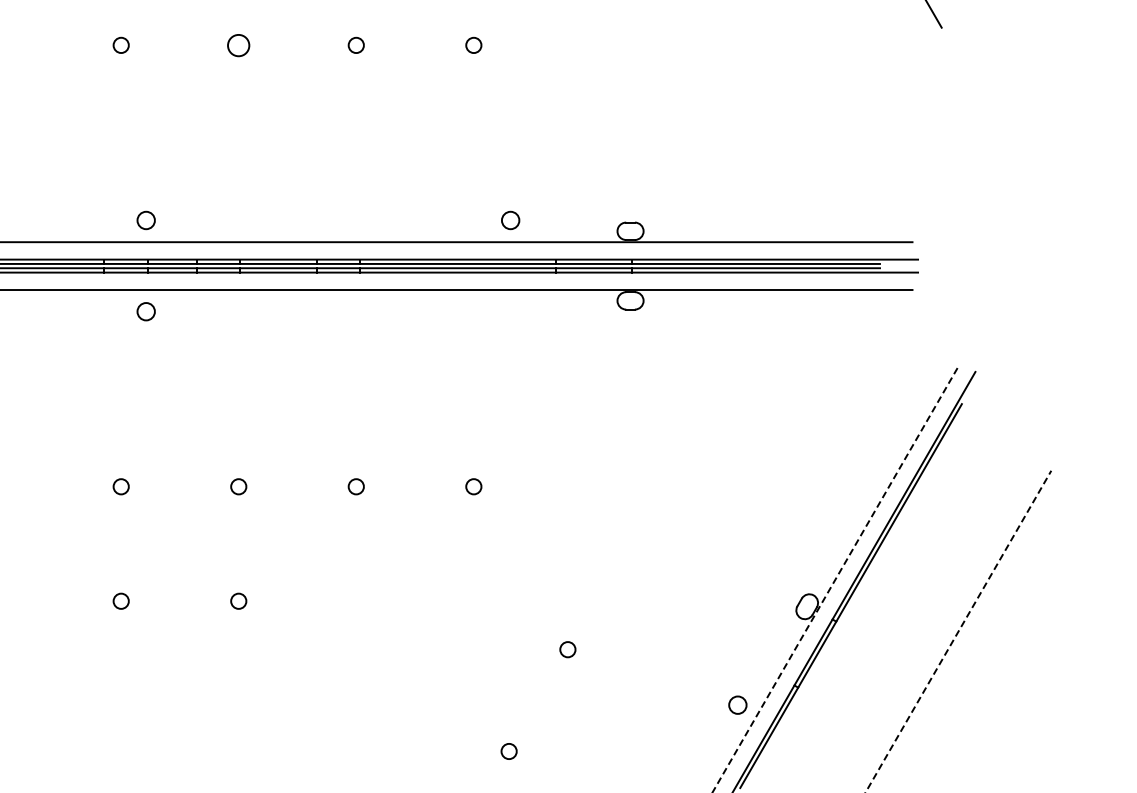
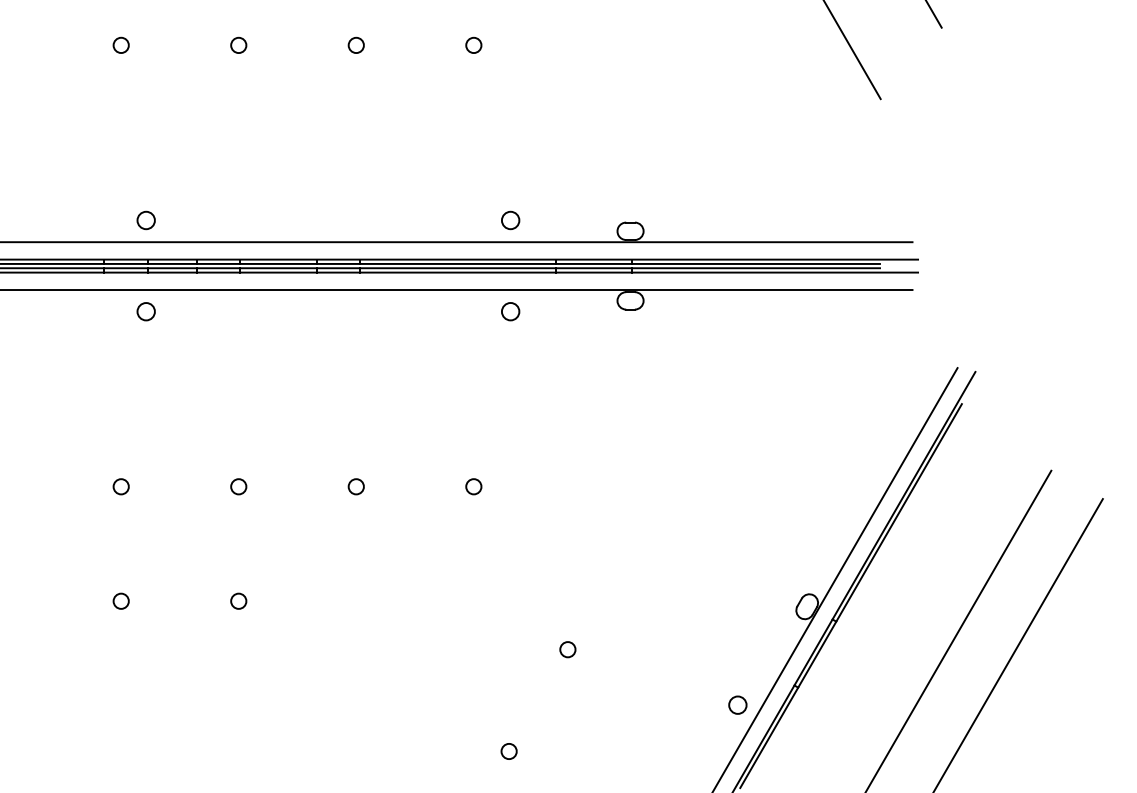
circle at (238, 45) size: 24x24 px -> 18x18 px
line at (852, 50): none -> present
circle at (510, 311): none -> present
line at (835, 580): dashed -> solid
line at (958, 631): dashed -> solid
line at (1018, 644): none -> present
